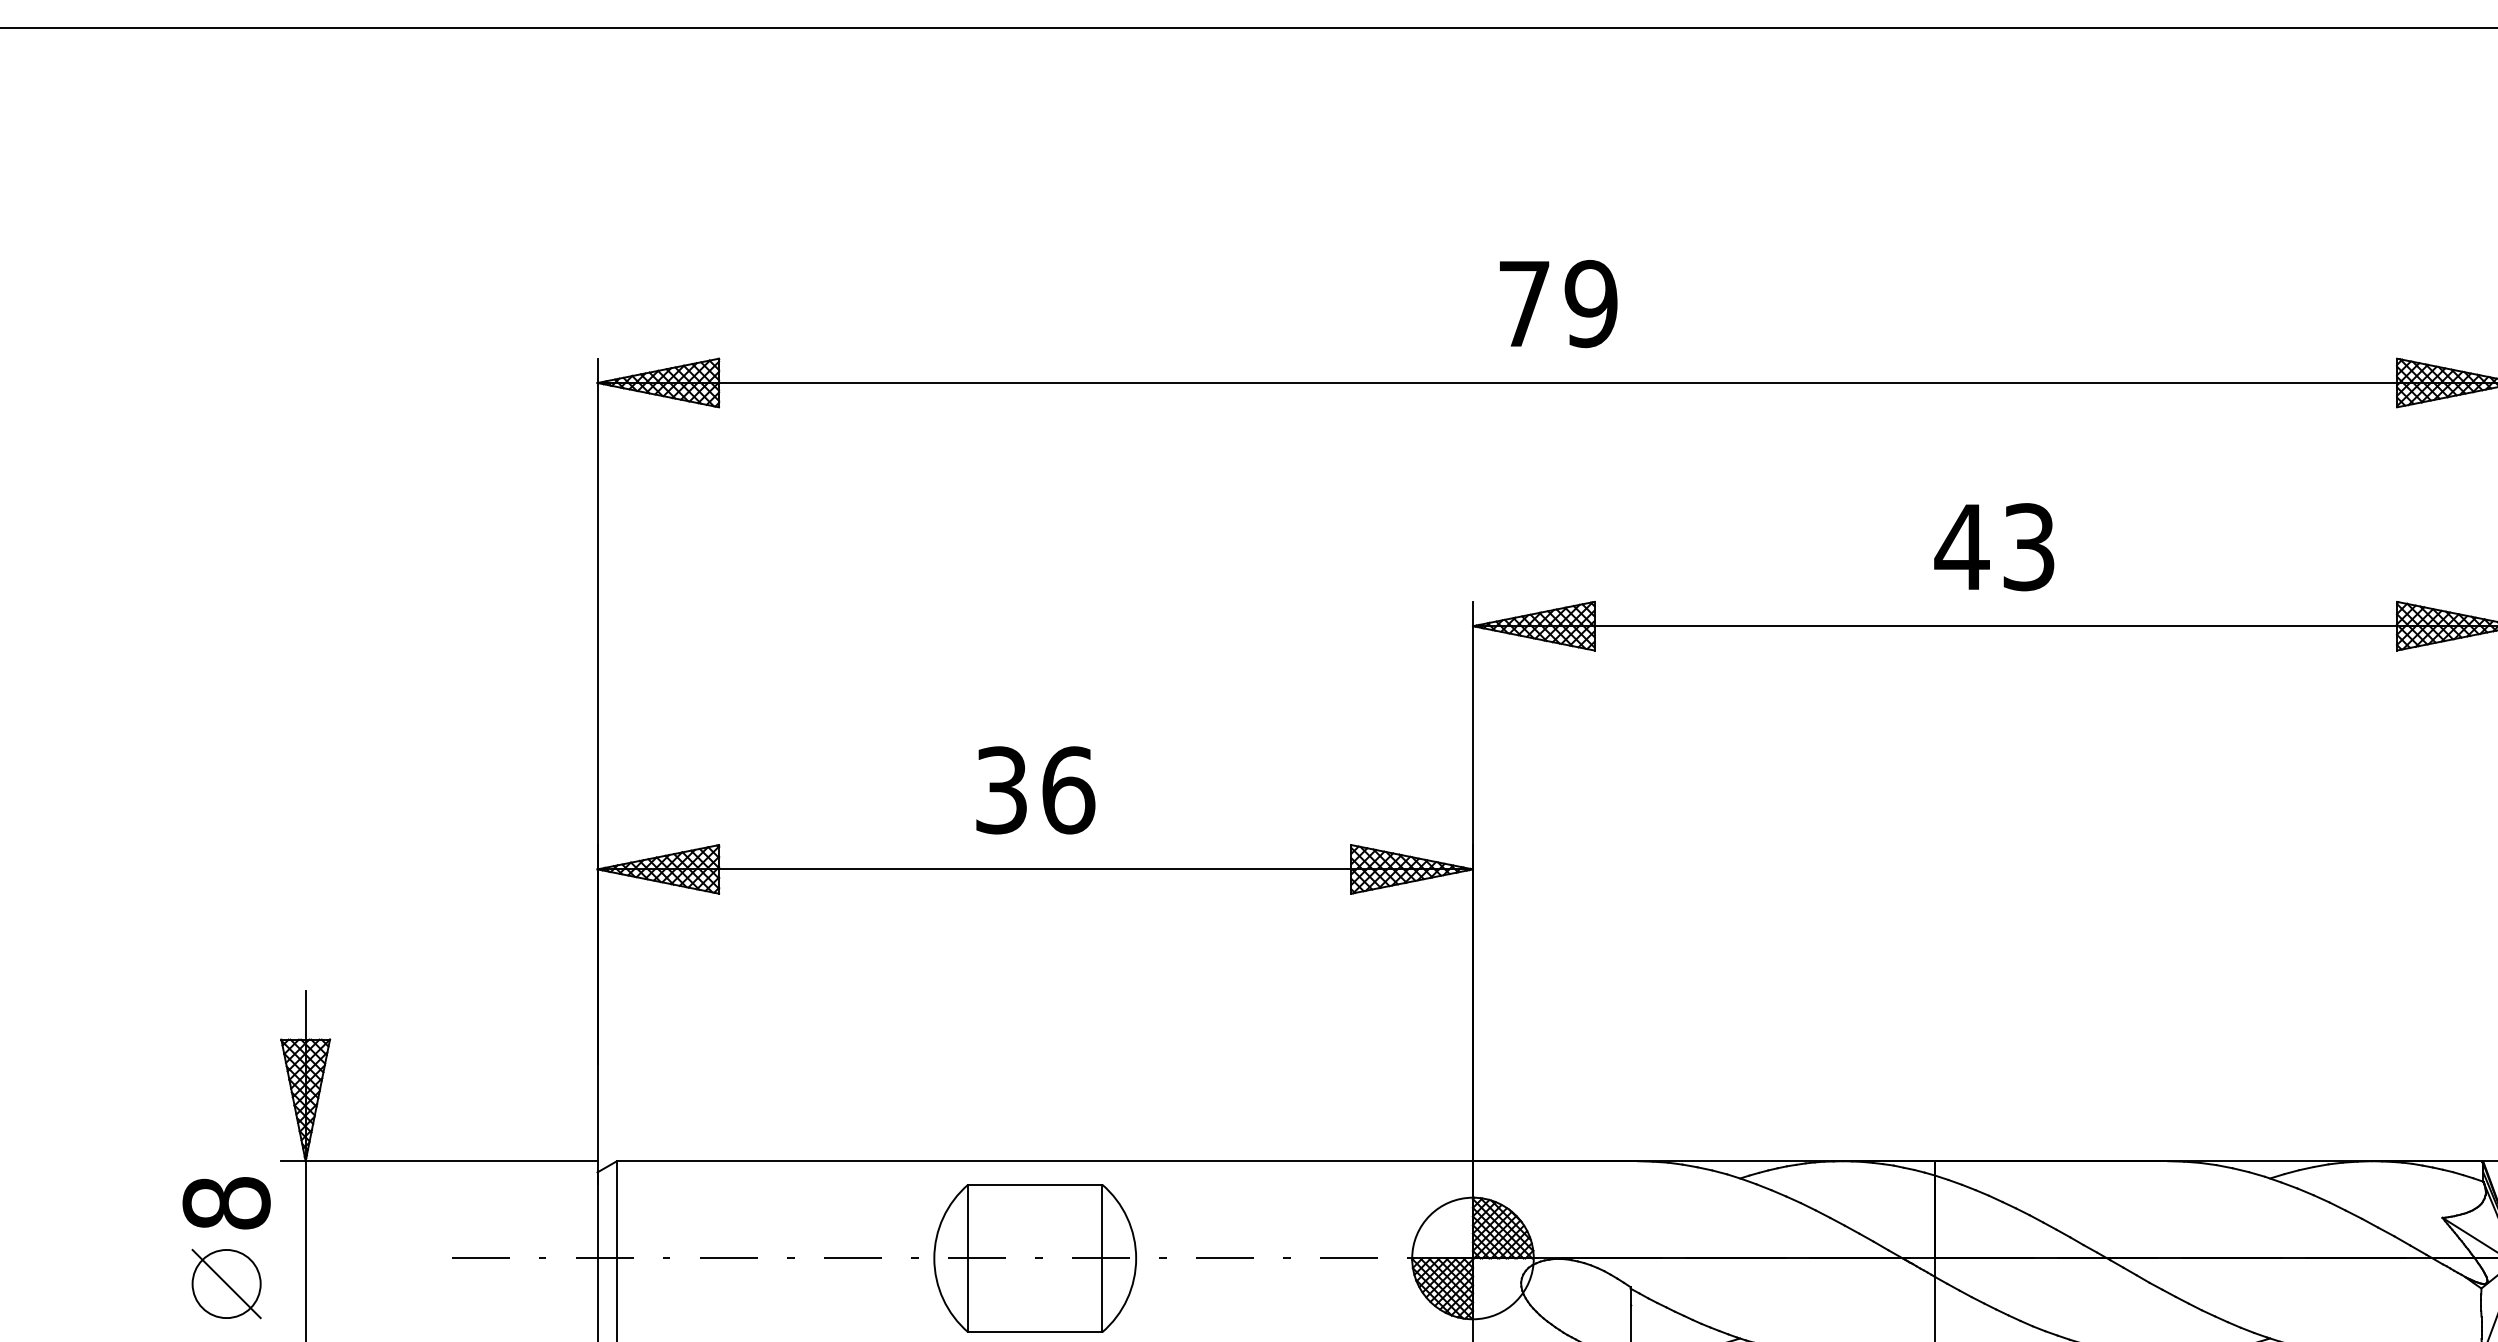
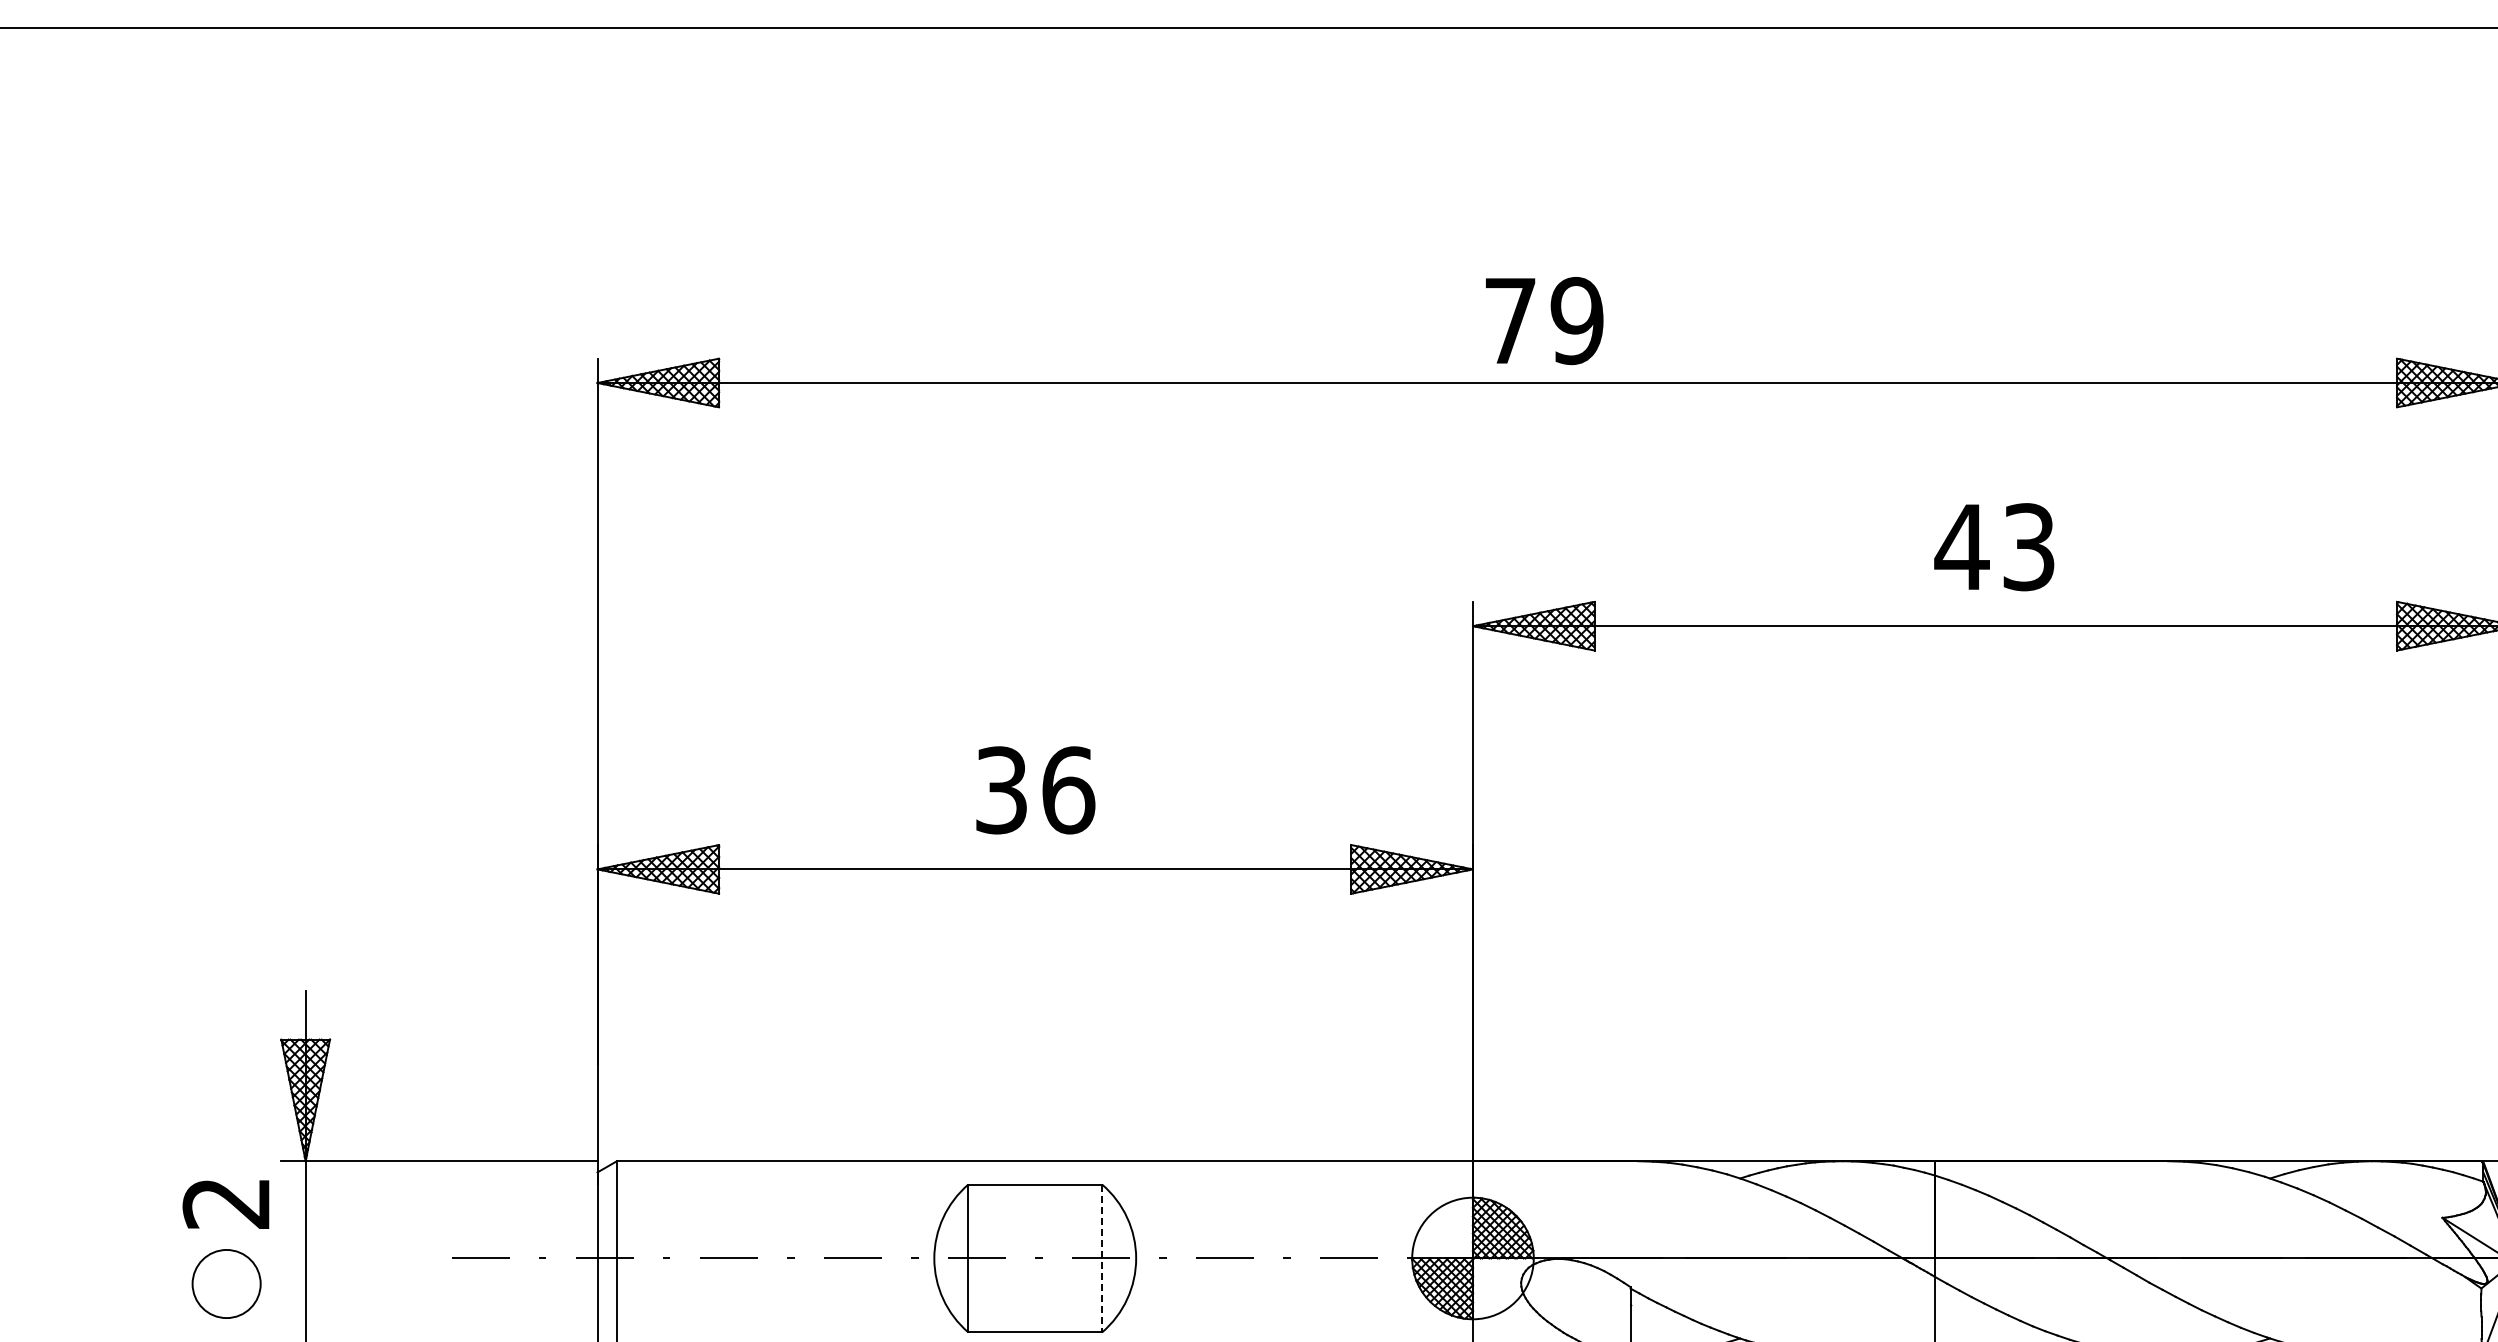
text at (1558, 304) position: (1558, 304) -> (1544, 321)
text at (226, 1203): 8 -> 2
line at (1102, 1258): solid -> dashed
line at (226, 1283): present -> none
